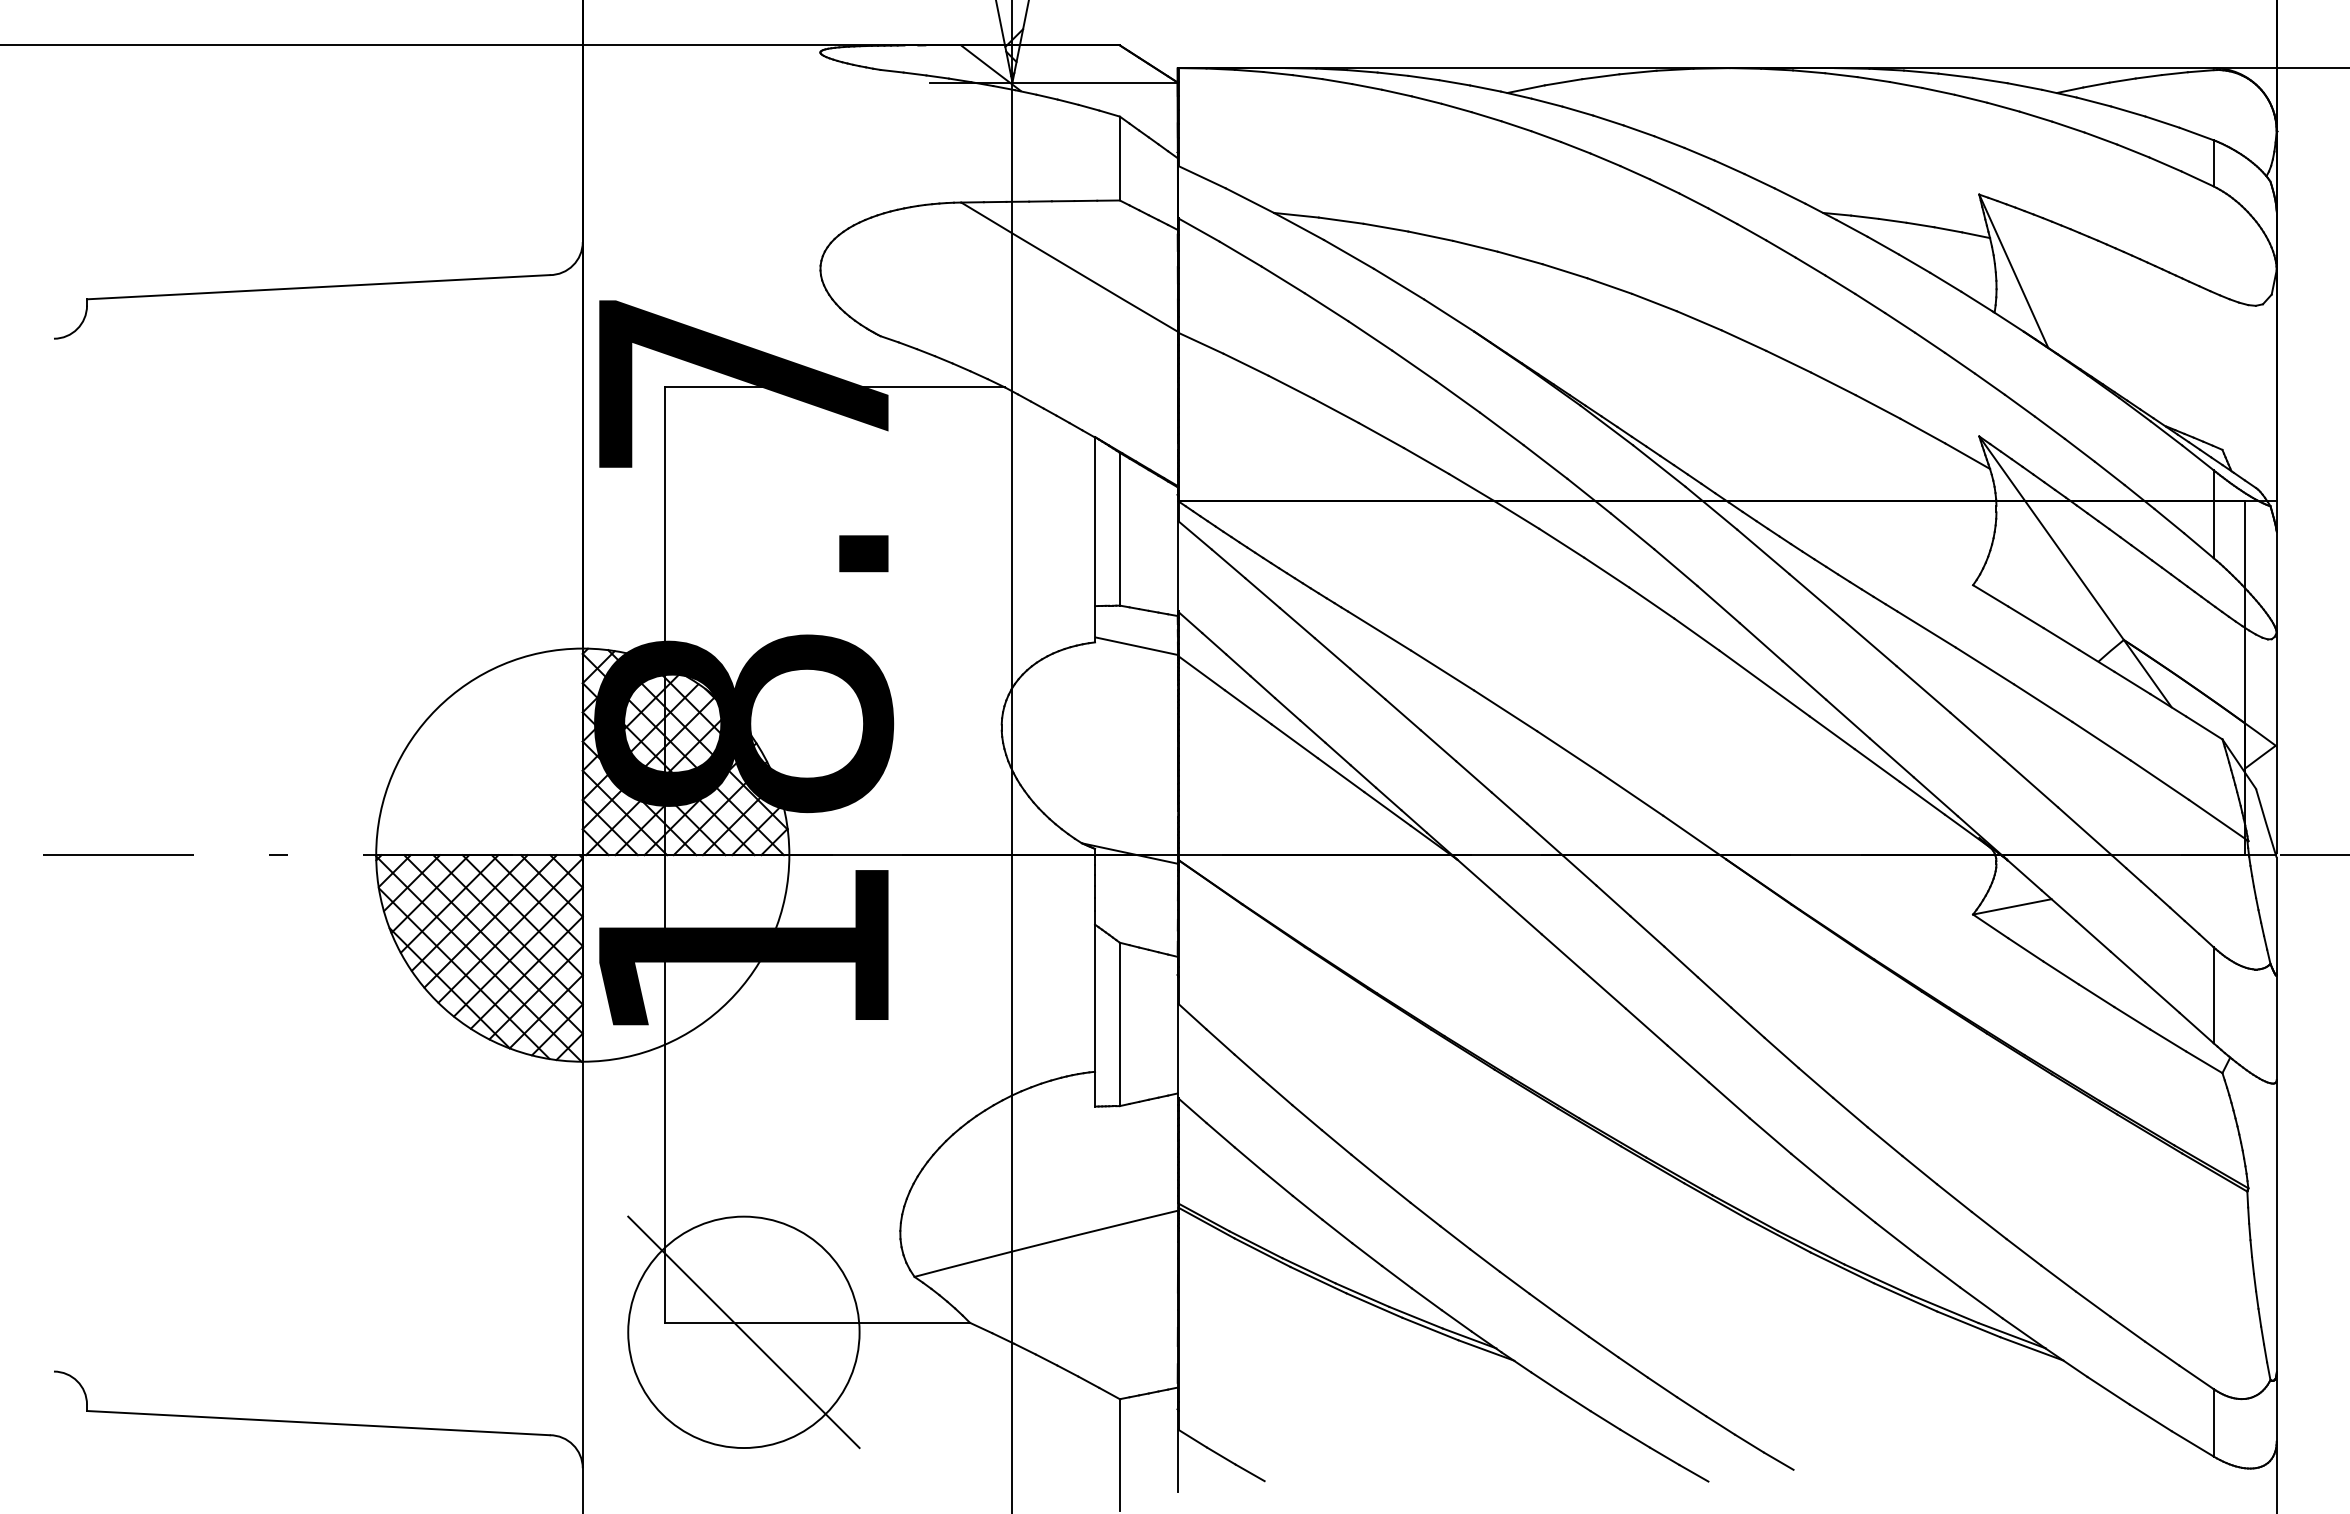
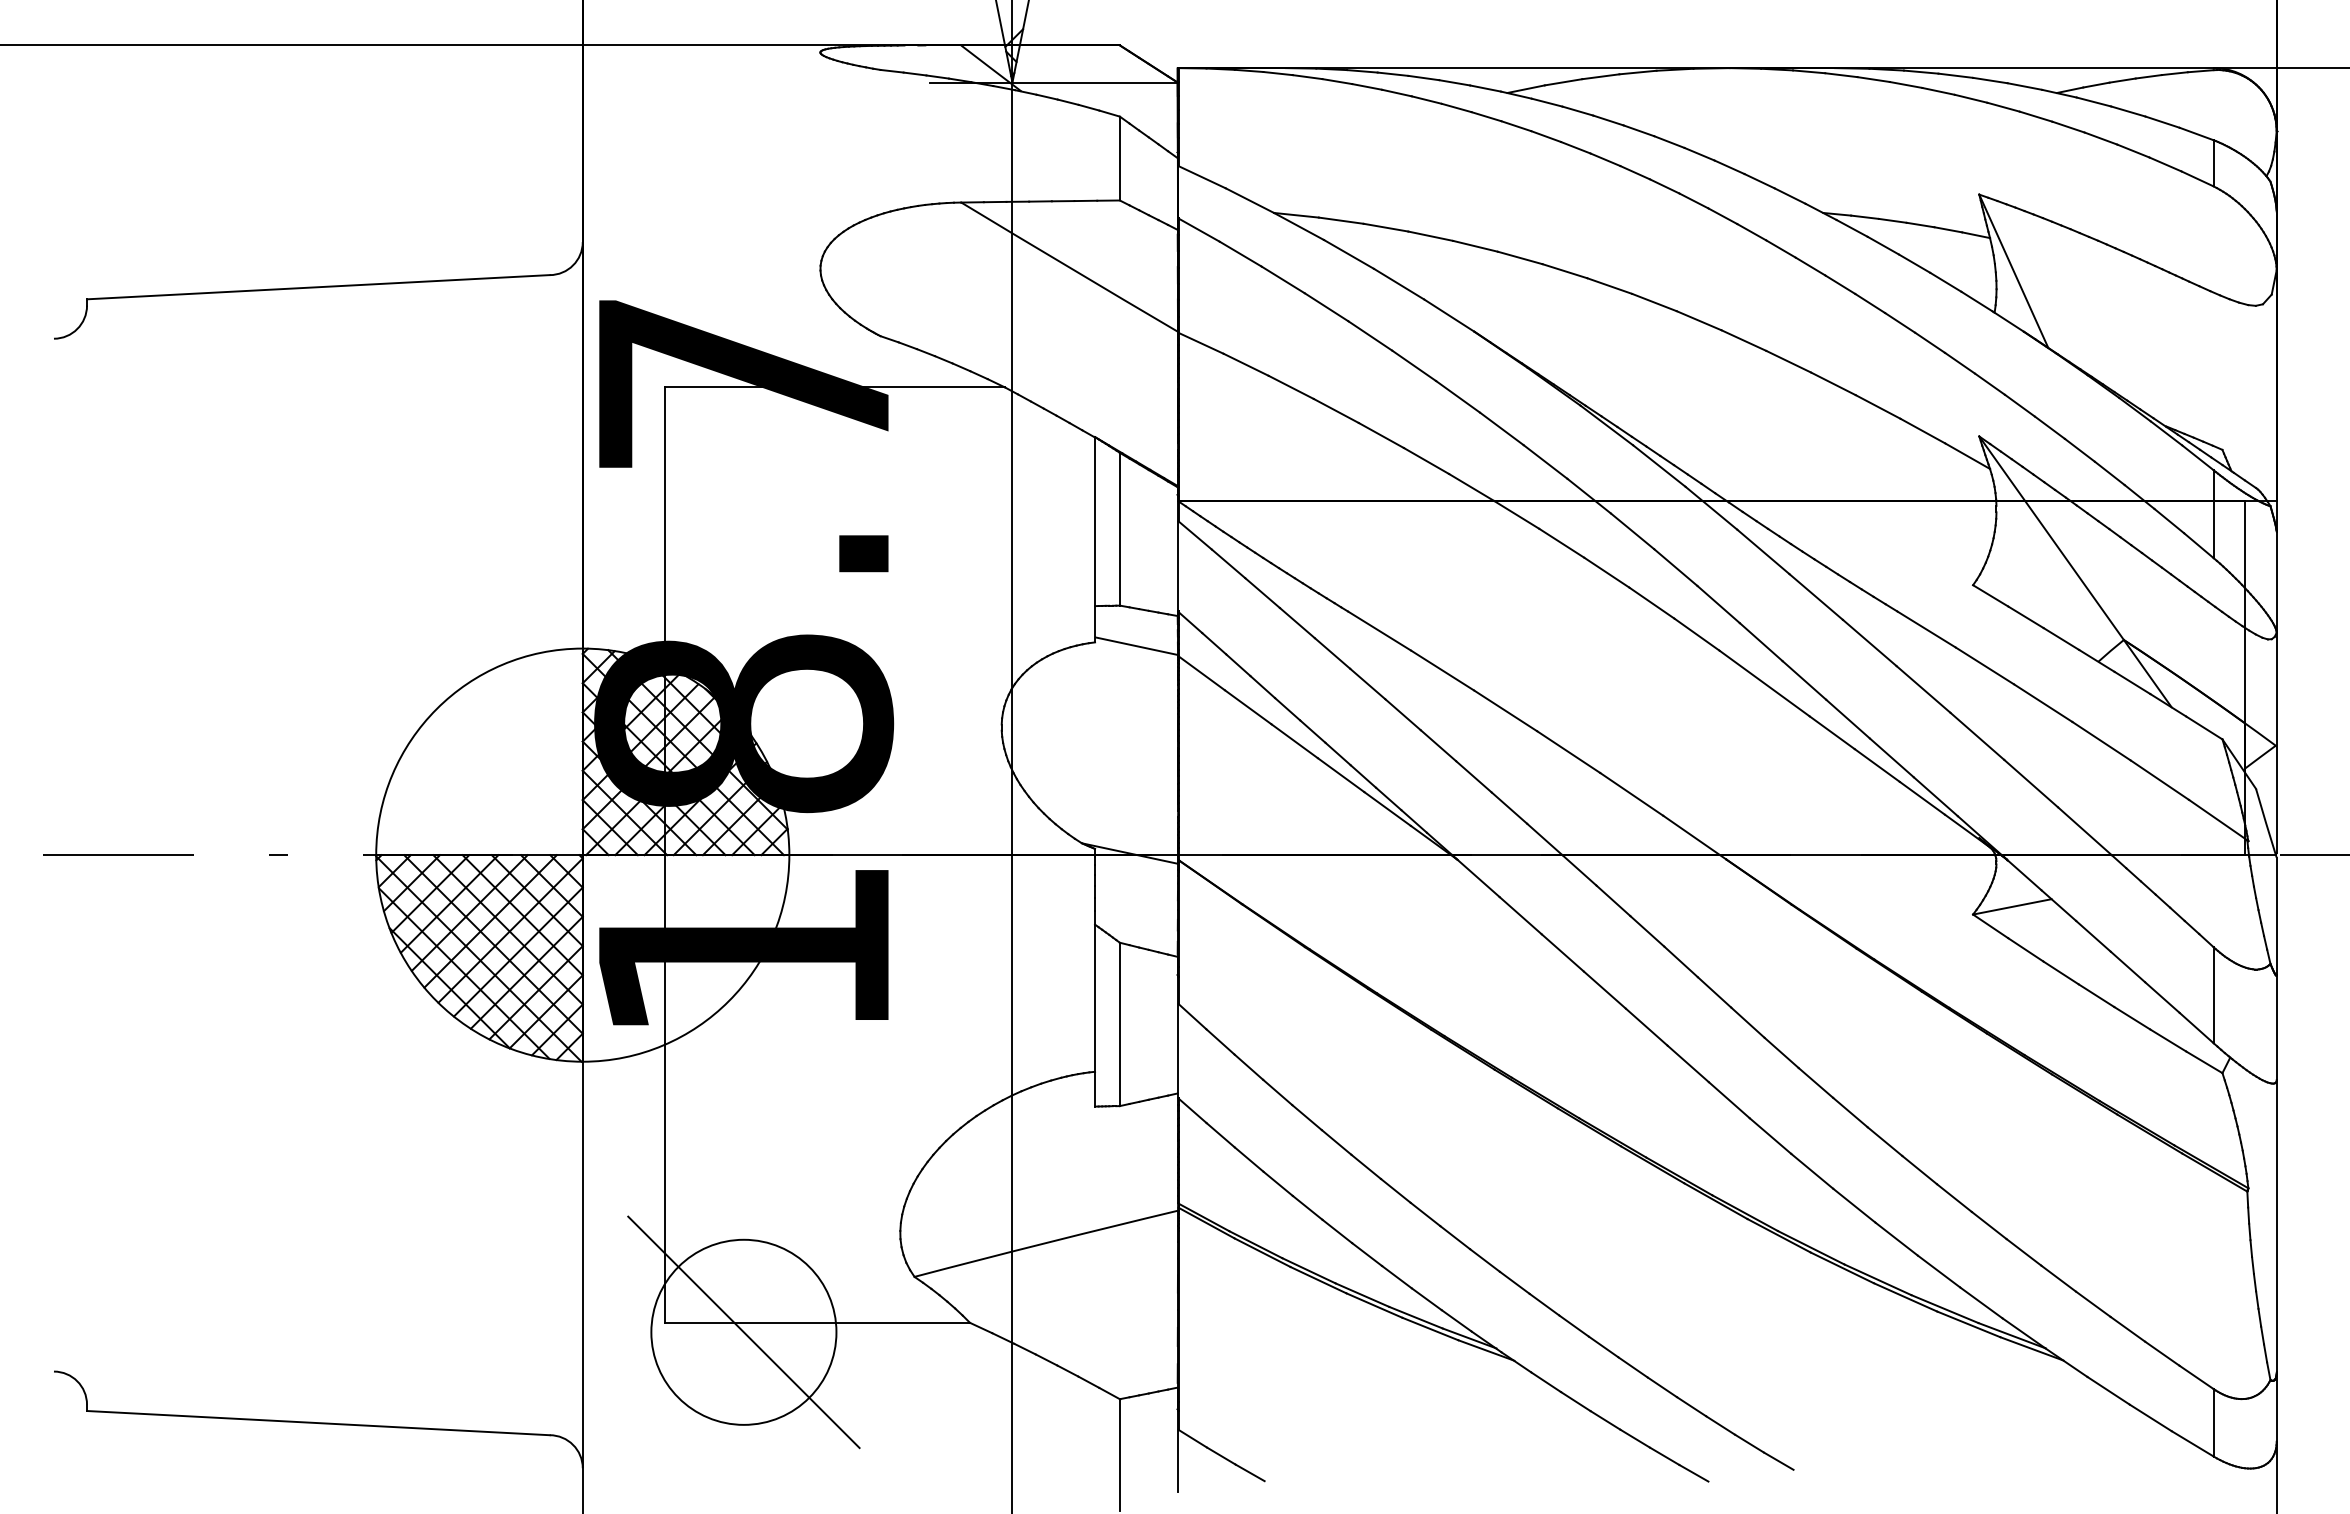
circle at (743, 1332) diameter: 231 px -> 185 px
